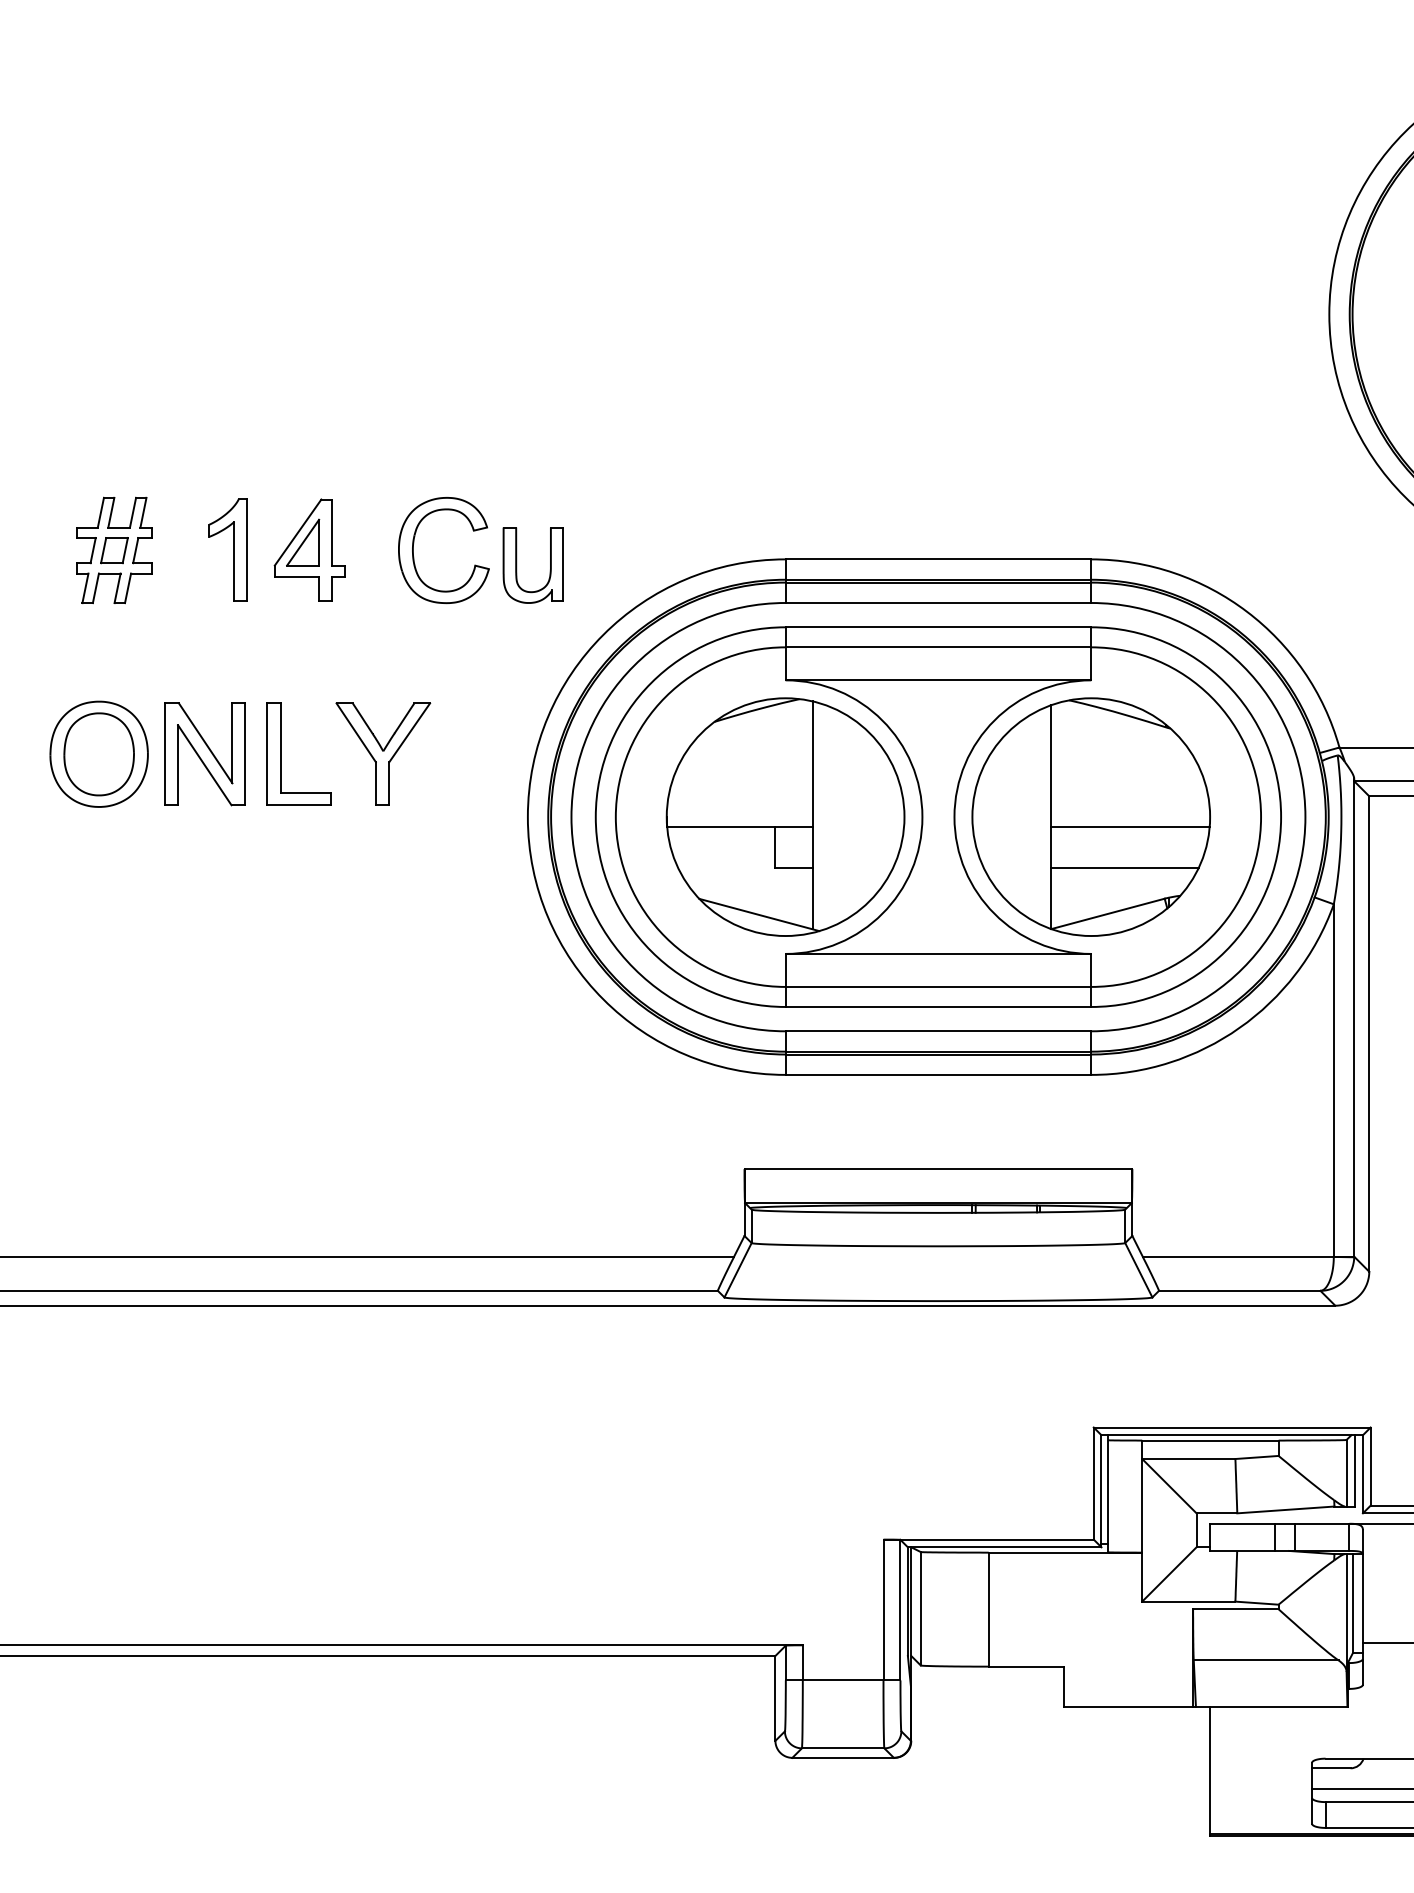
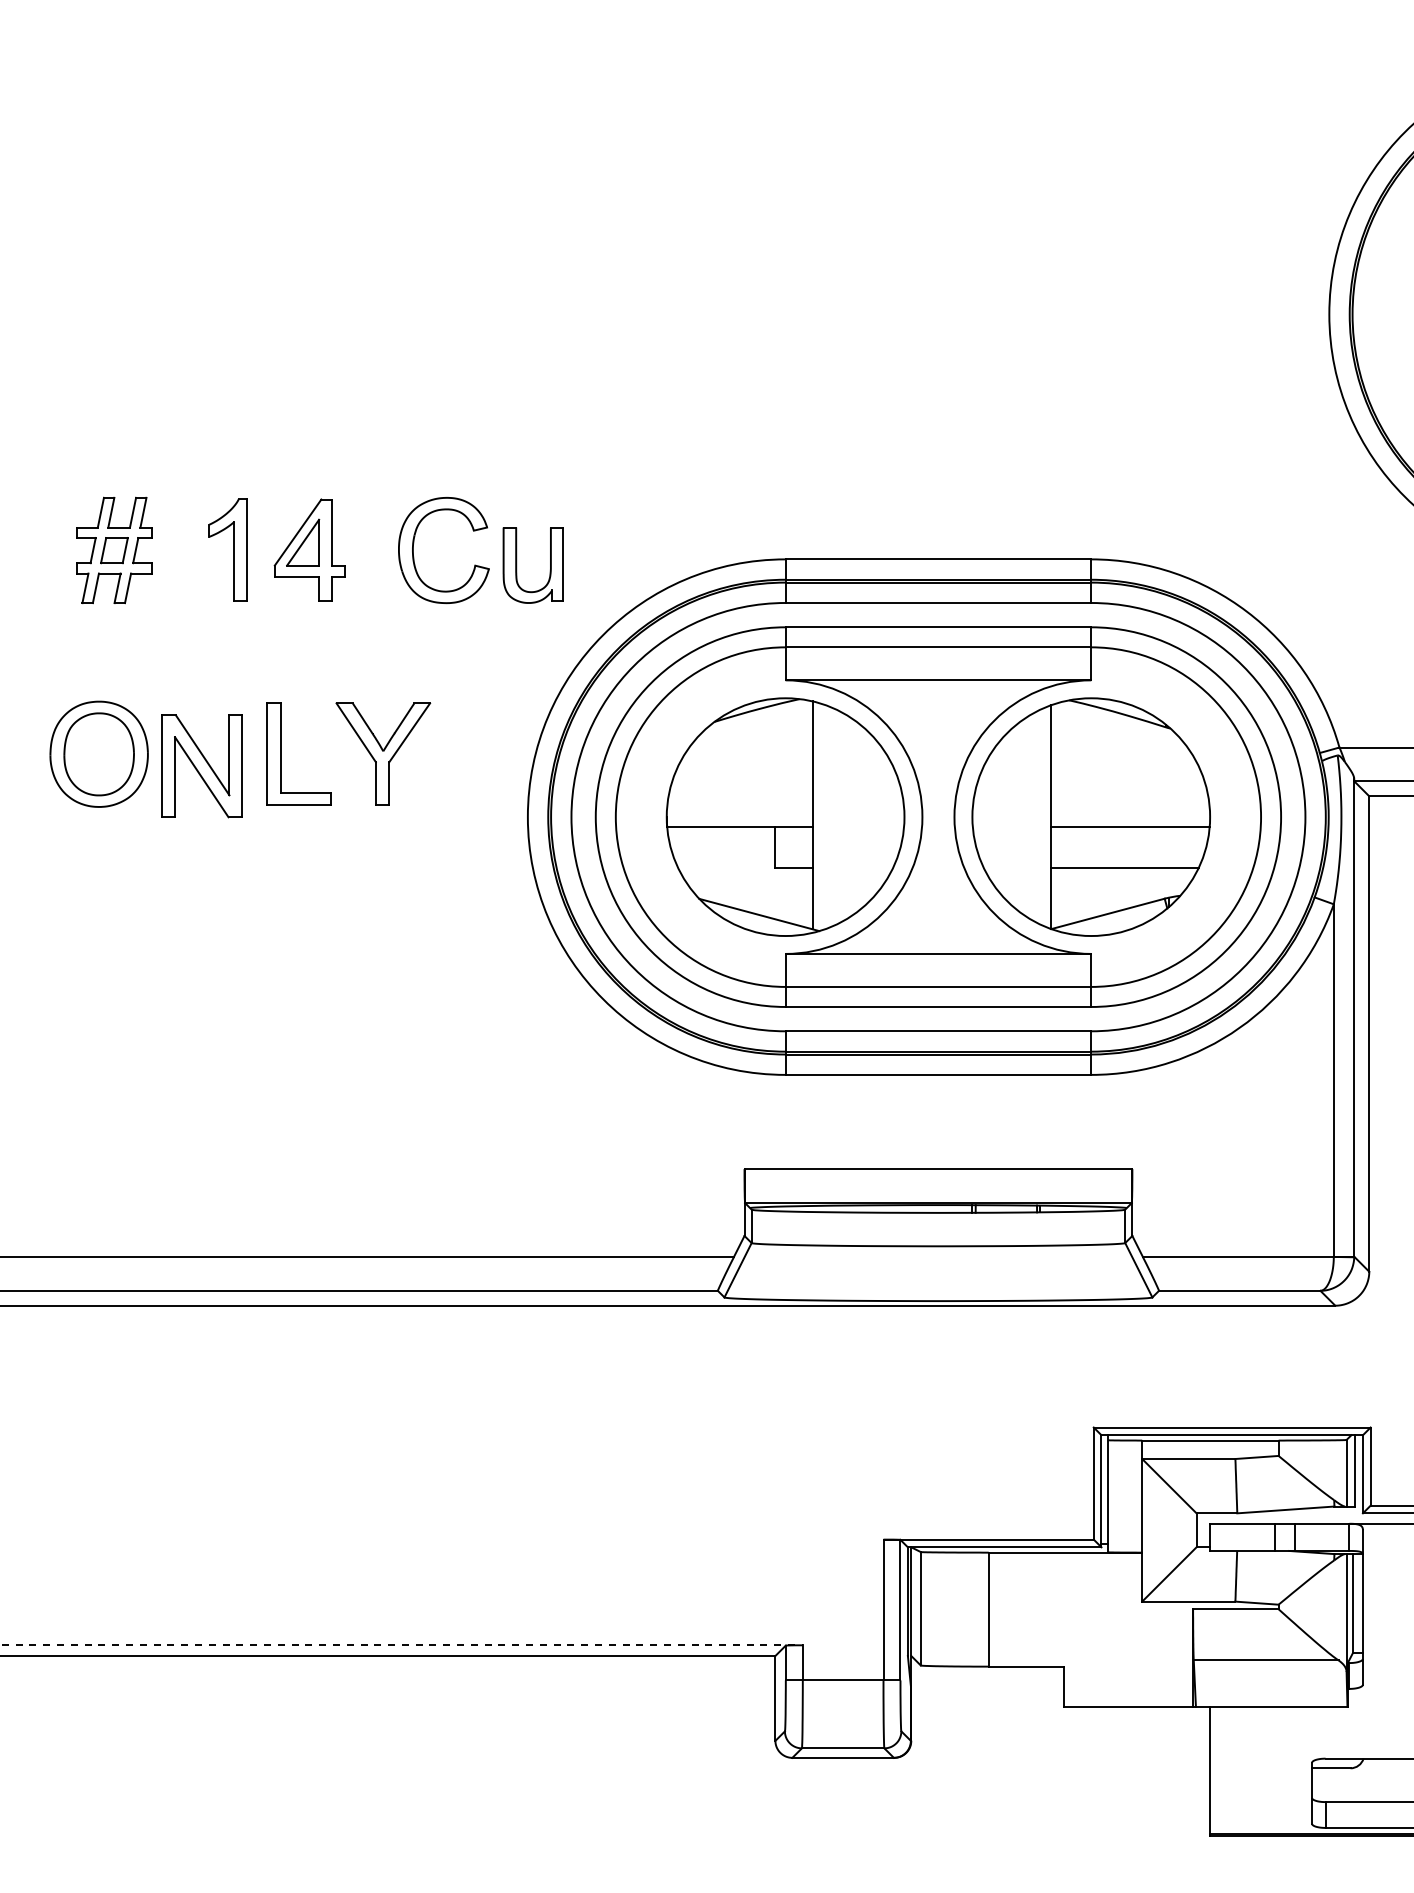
part at (204, 754) position: (204, 754) -> (201, 766)
line at (1386, 1643): present -> none
line at (401, 1645): solid -> dashed
line at (1361, 1788): present -> none
